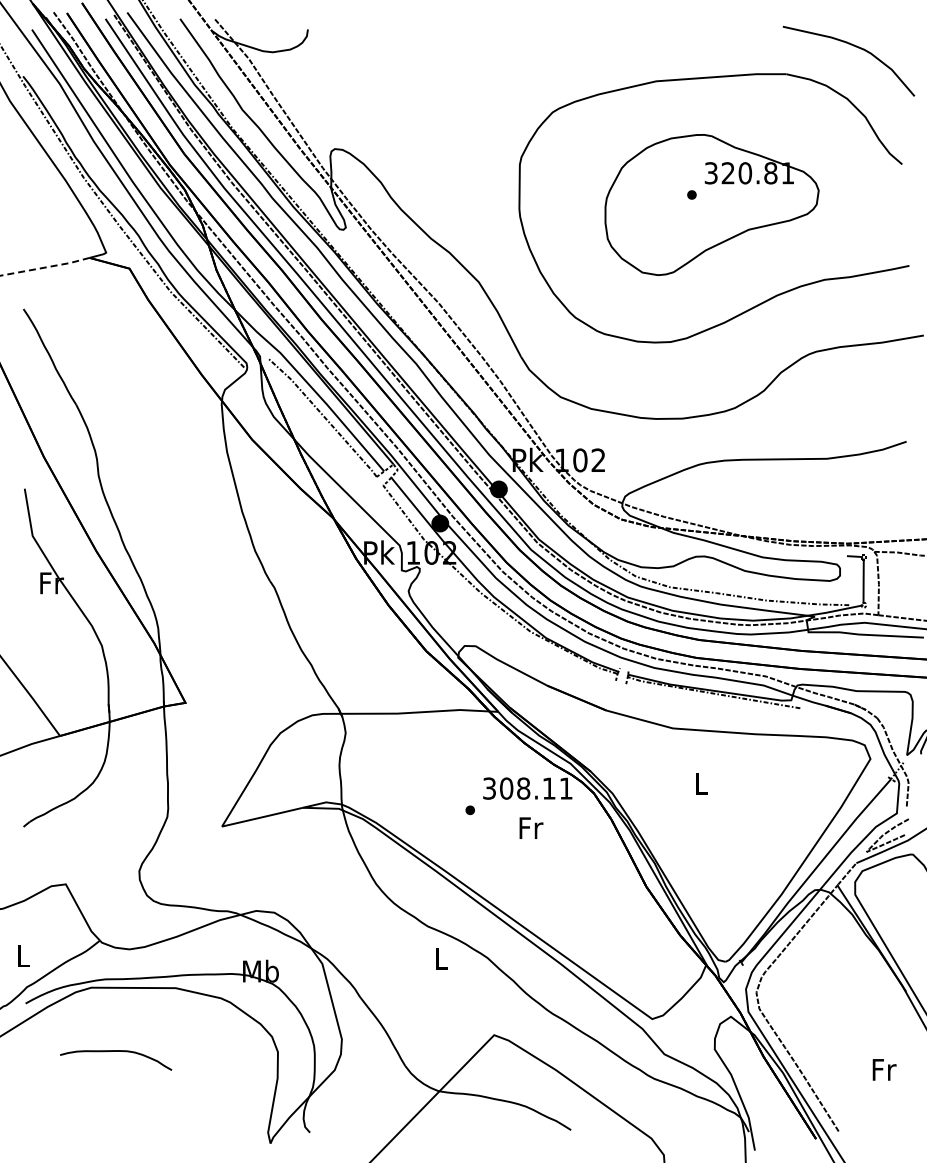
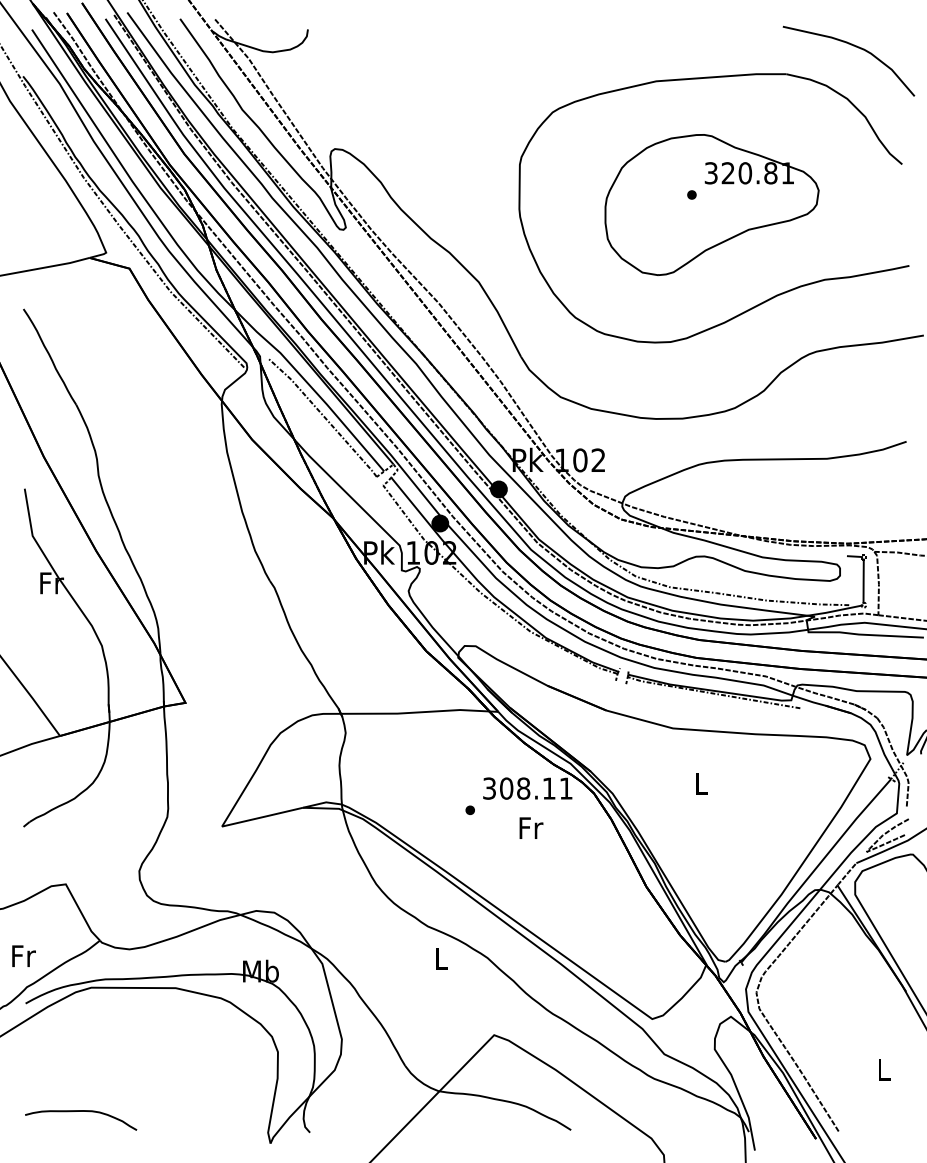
line at (45, 267): dashed -> solid
text at (23, 955): L -> Fr
curve at (116, 1051) position: (116, 1051) -> (81, 1111)
text at (884, 1069): Fr -> L
